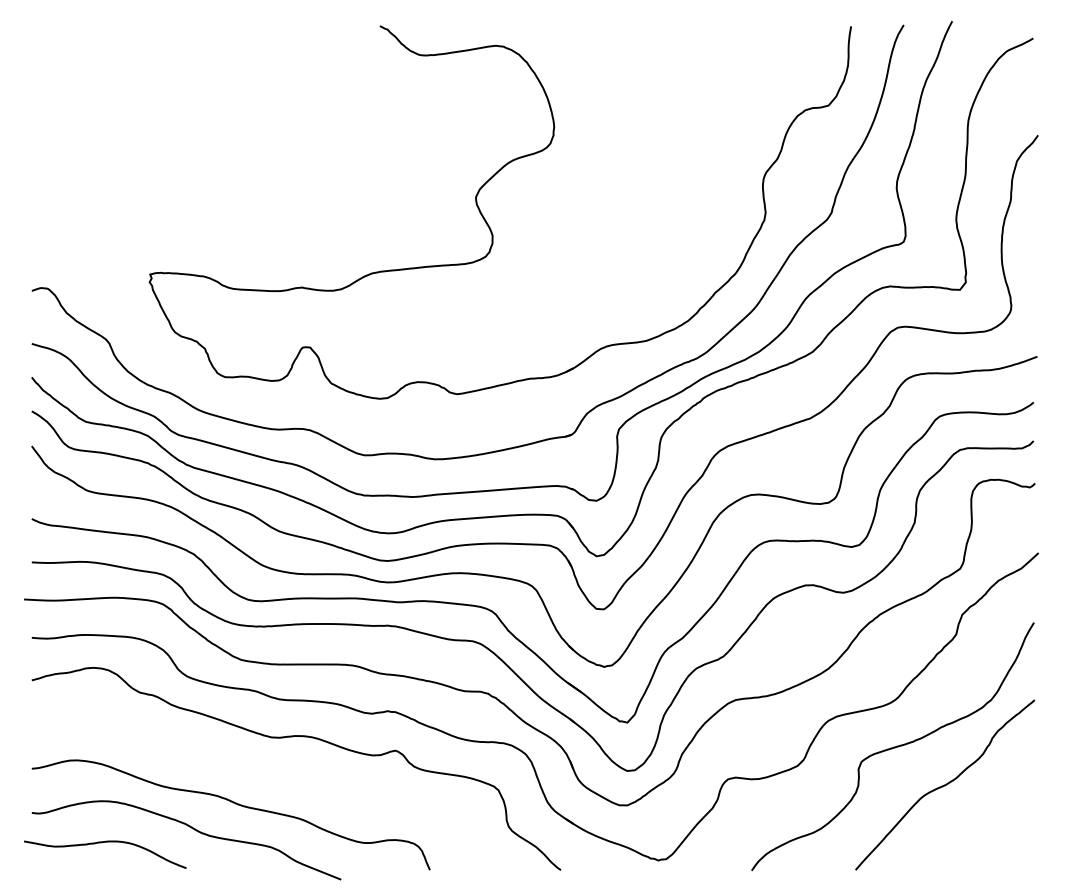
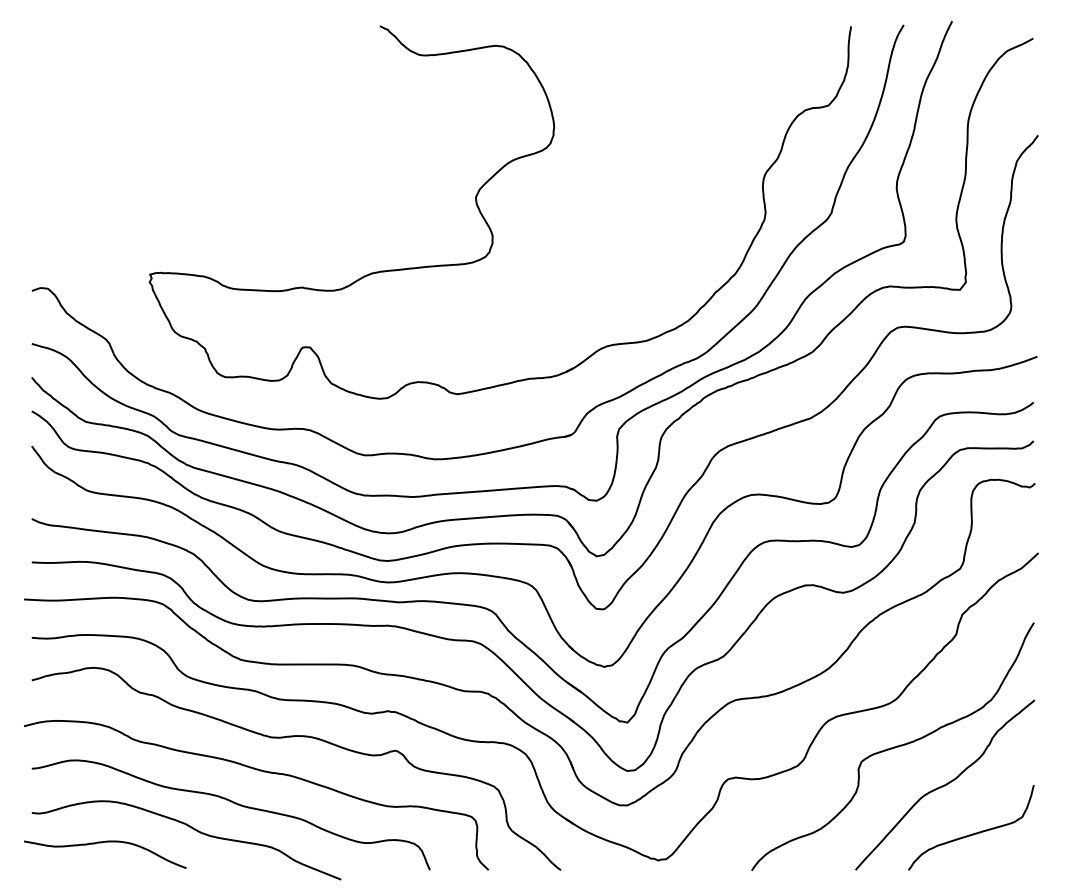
curve at (263, 772): none -> present
curve at (972, 833): none -> present
